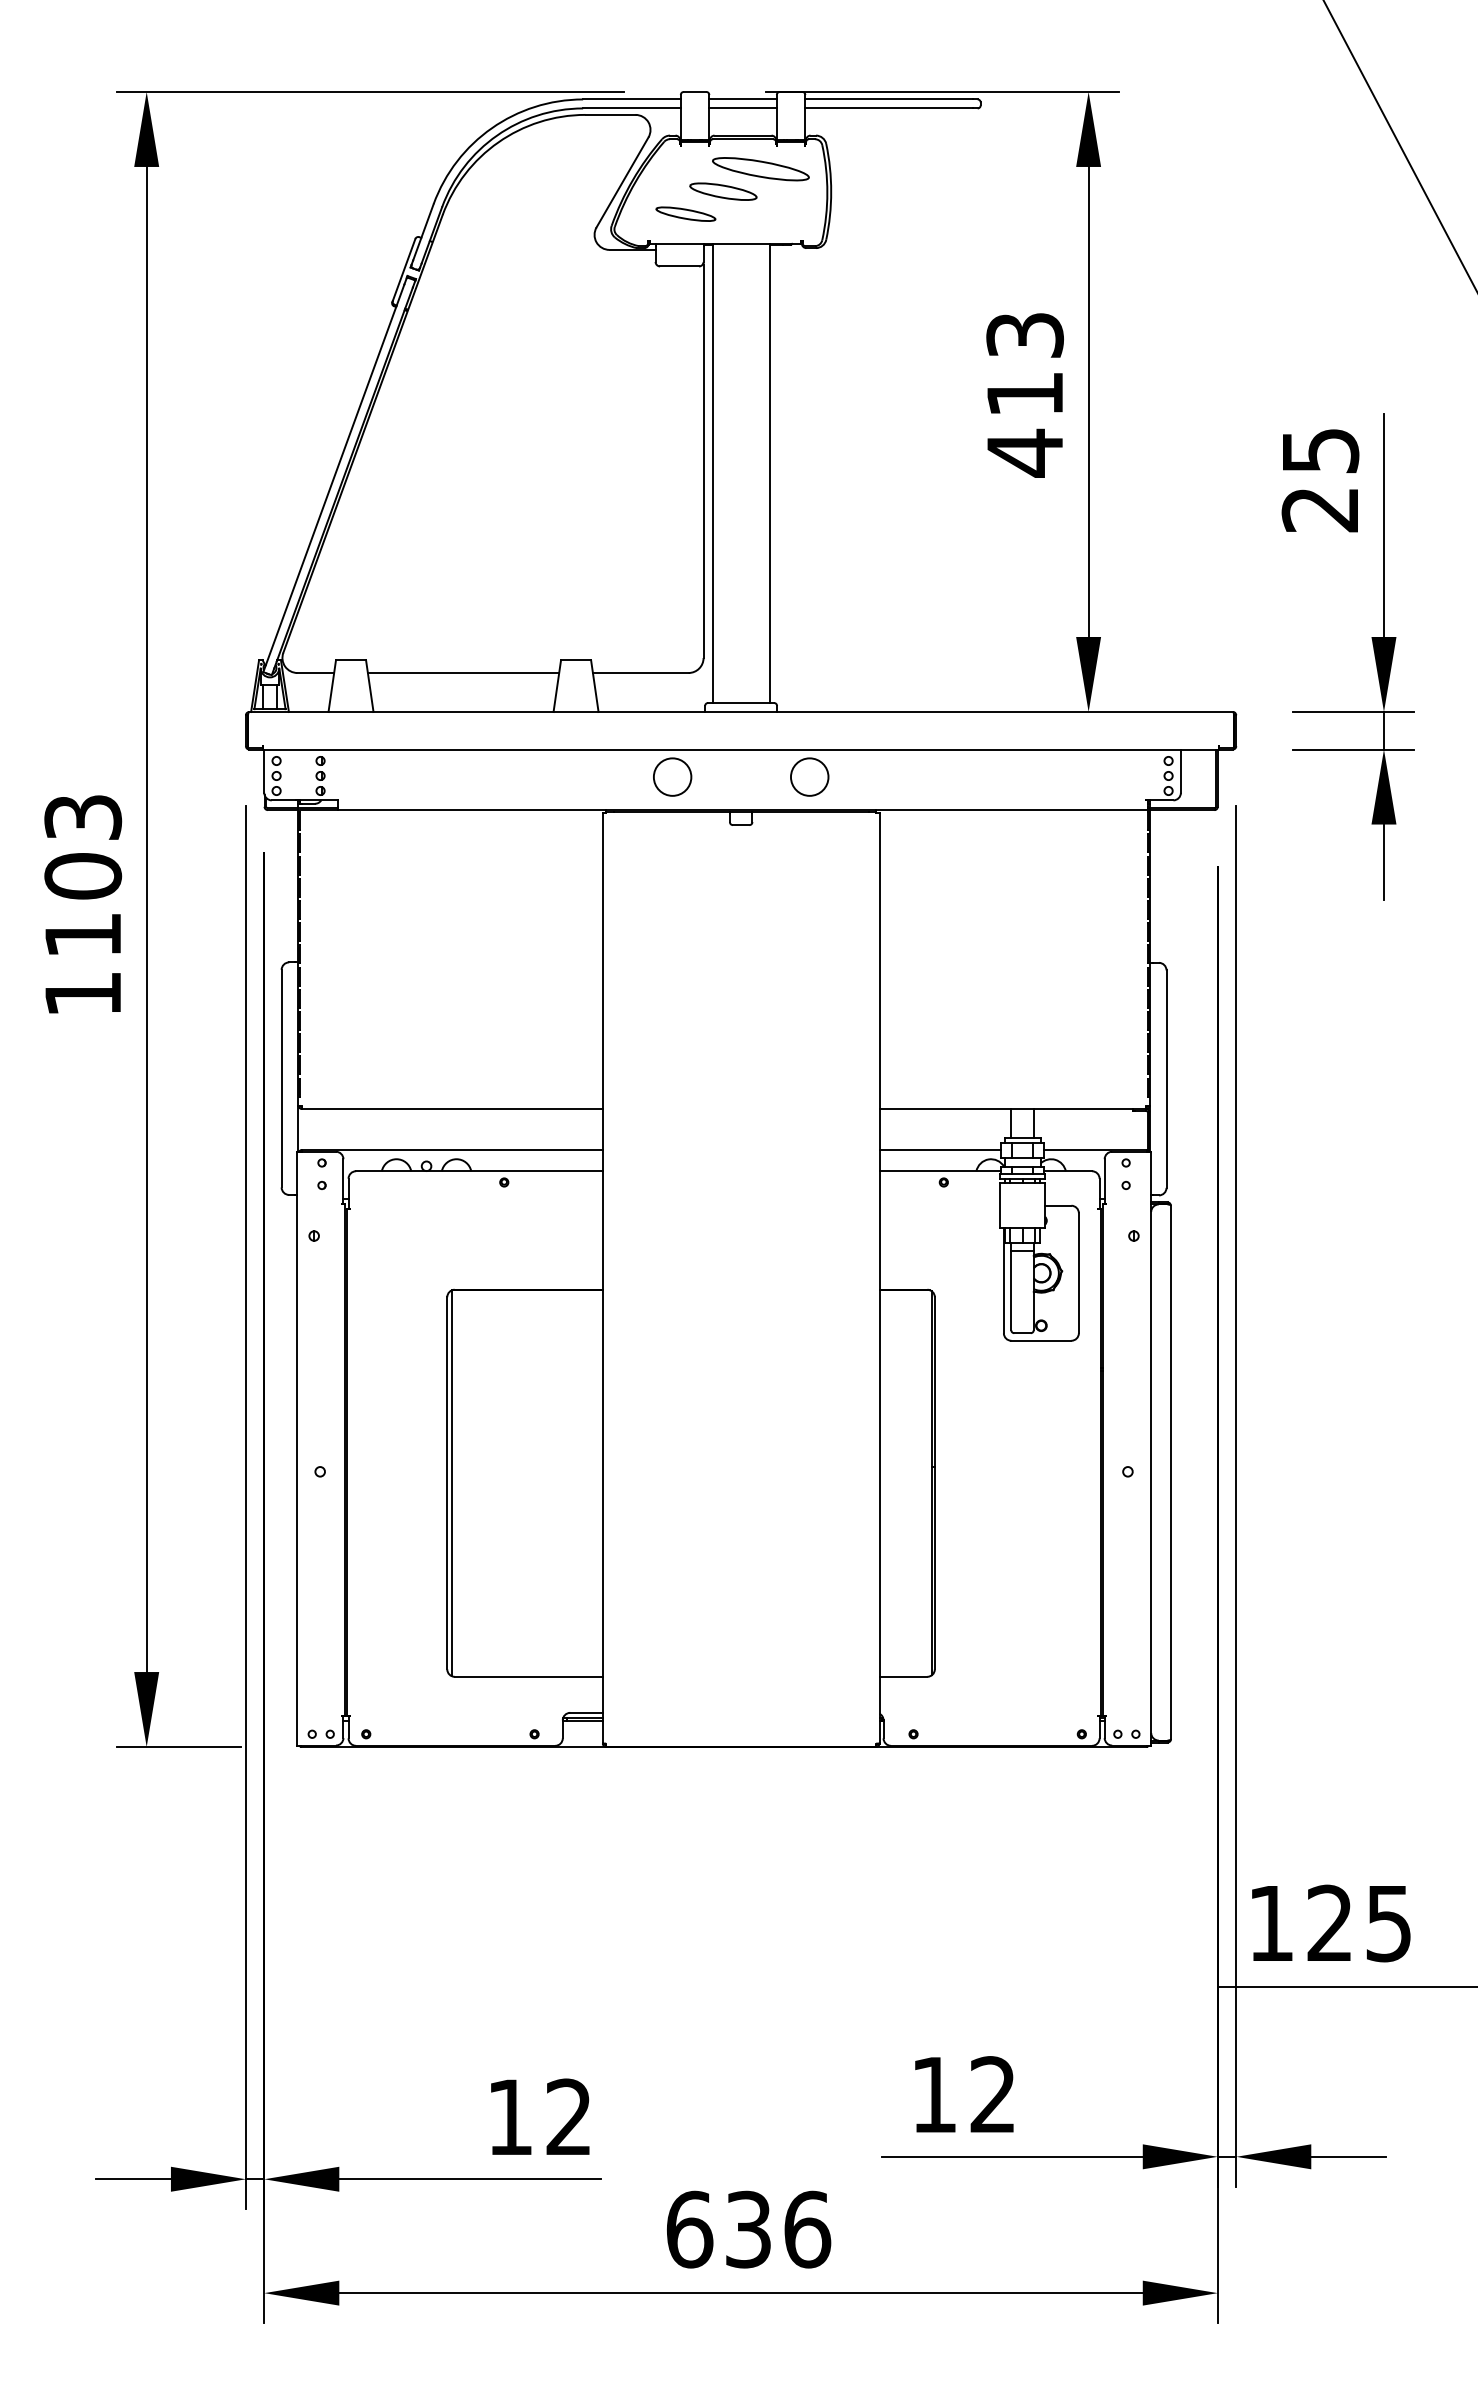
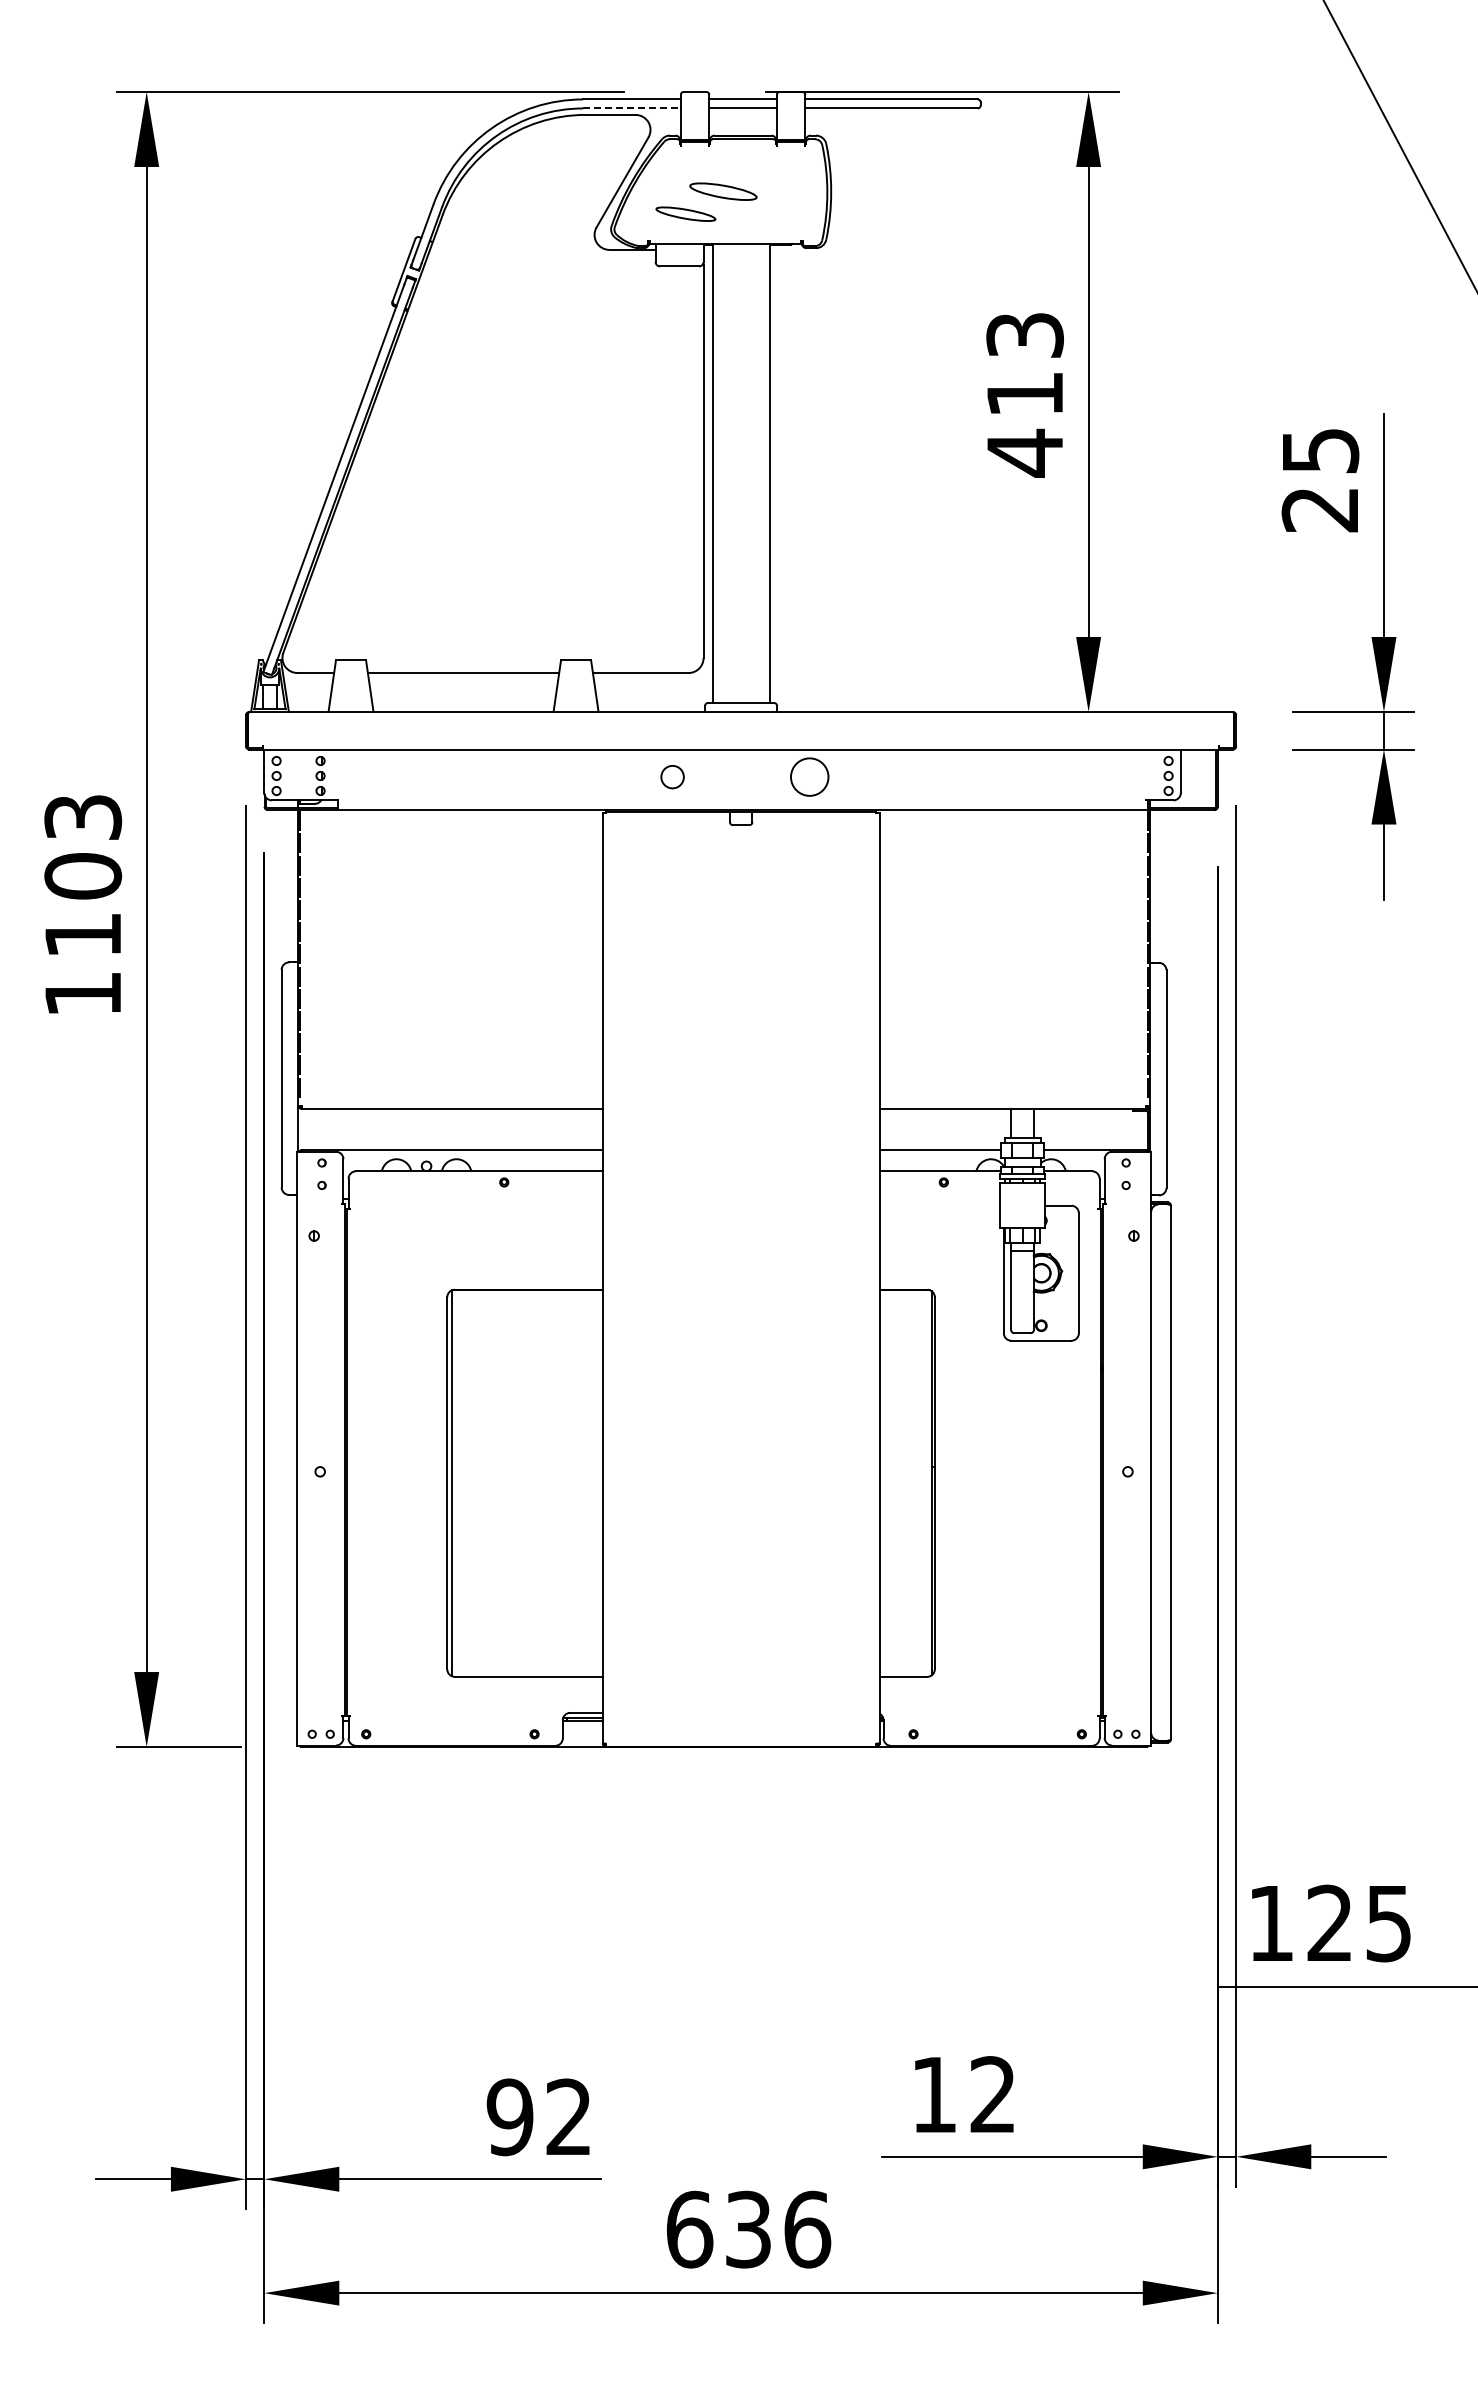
line at (631, 108): solid -> dashed
part at (760, 169): present -> none
circle at (672, 776) diameter: 38 px -> 23 px
text at (509, 2117): 12 -> 92
